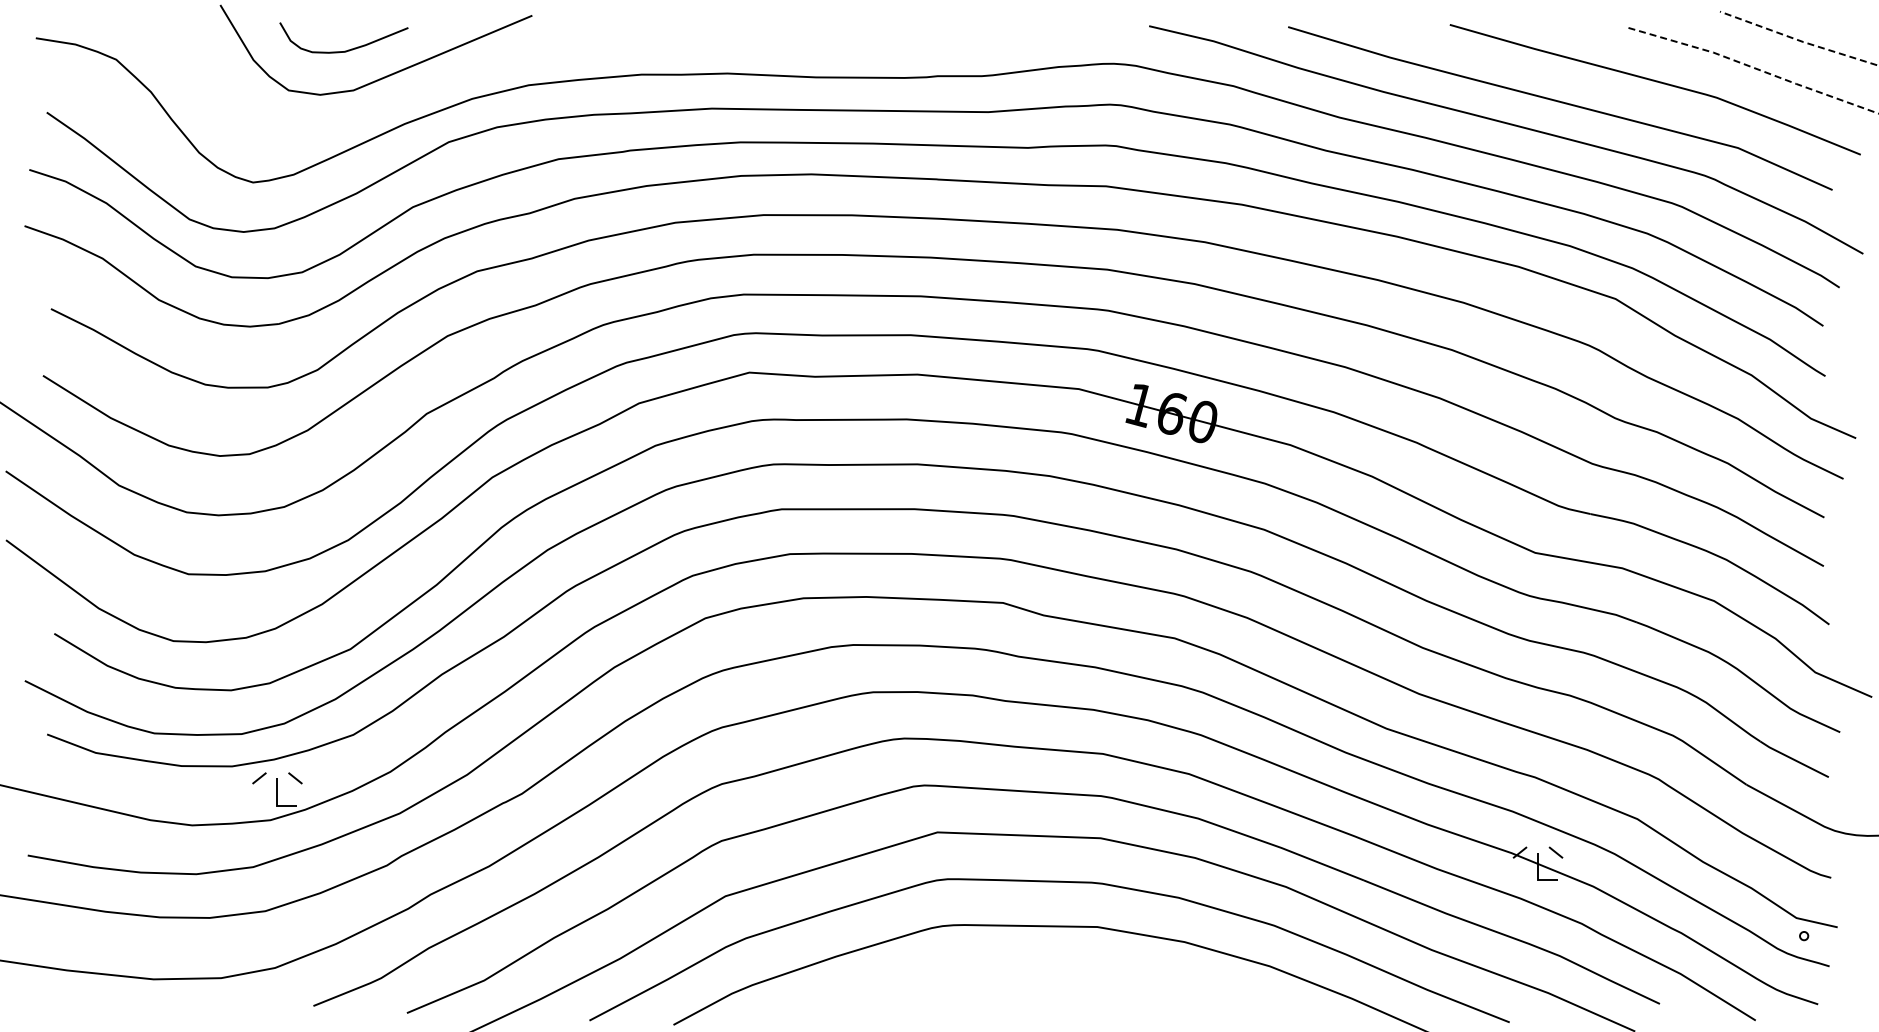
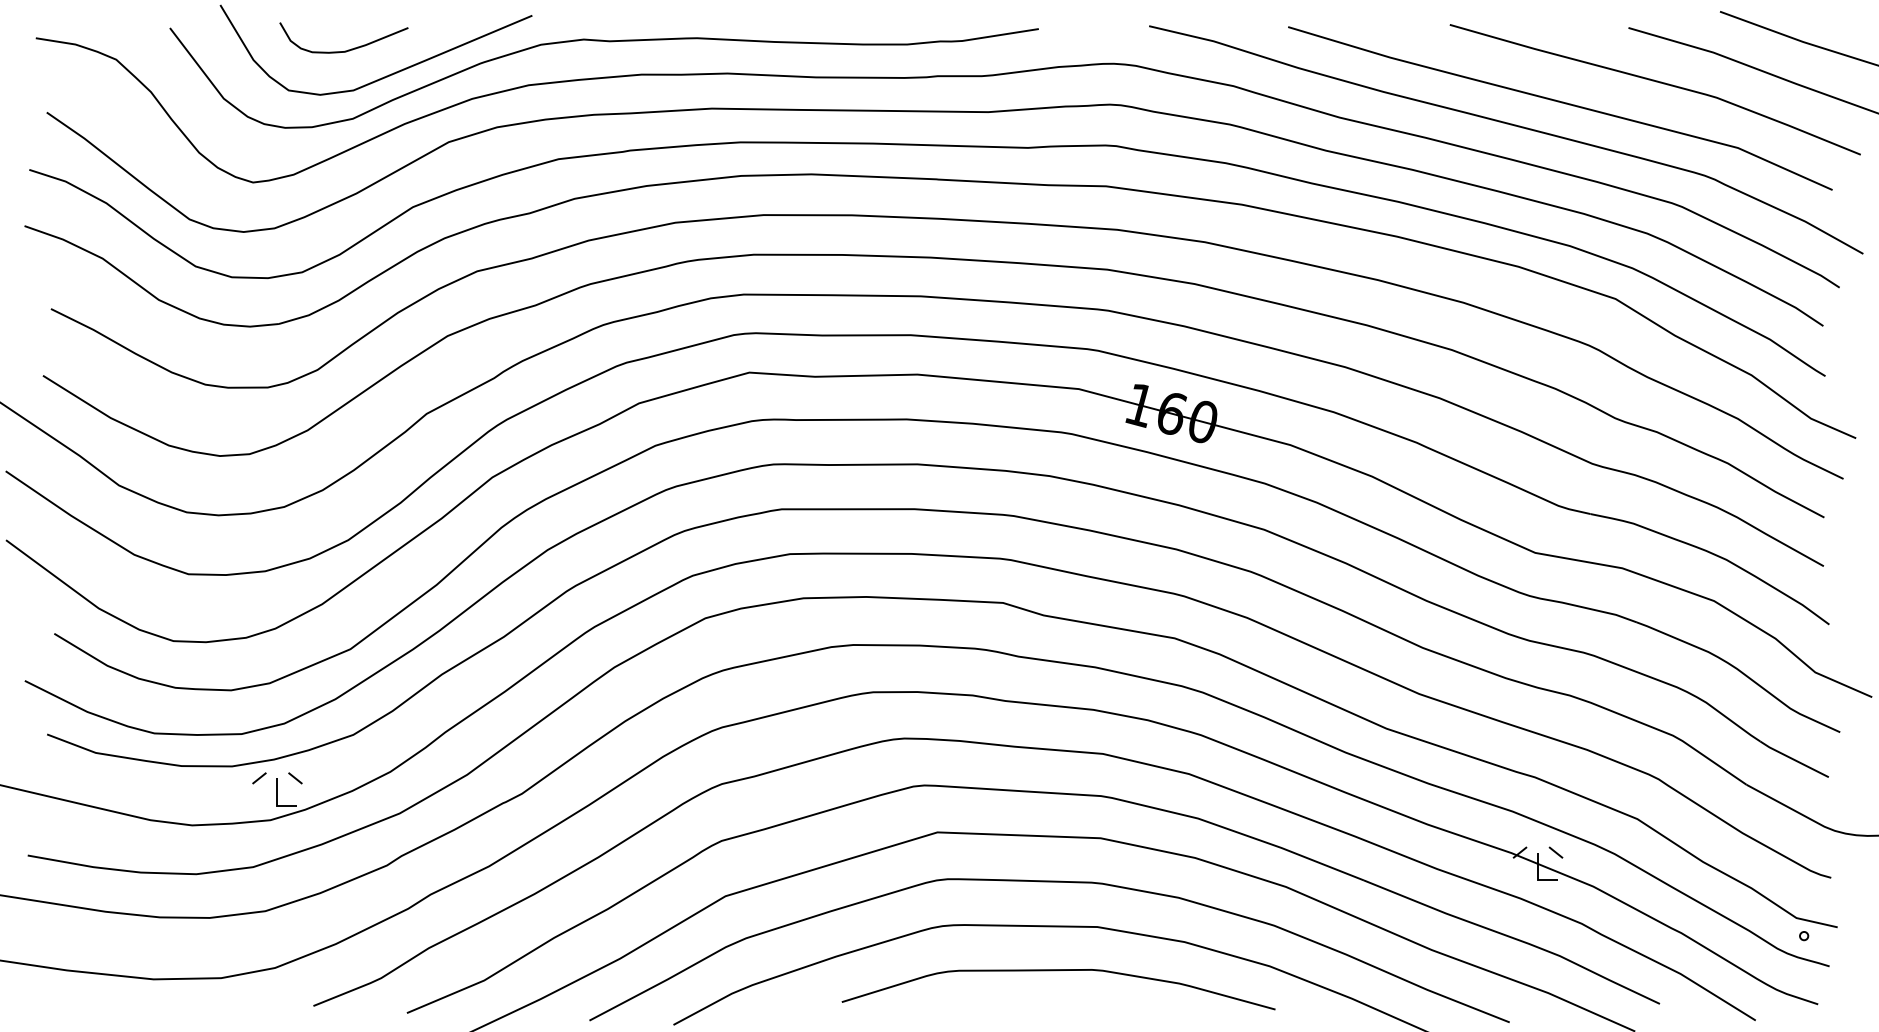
line at (1798, 40): dashed -> solid
curve at (607, 42): none -> present
line at (1754, 68): dashed -> solid
curve at (1056, 971): none -> present
